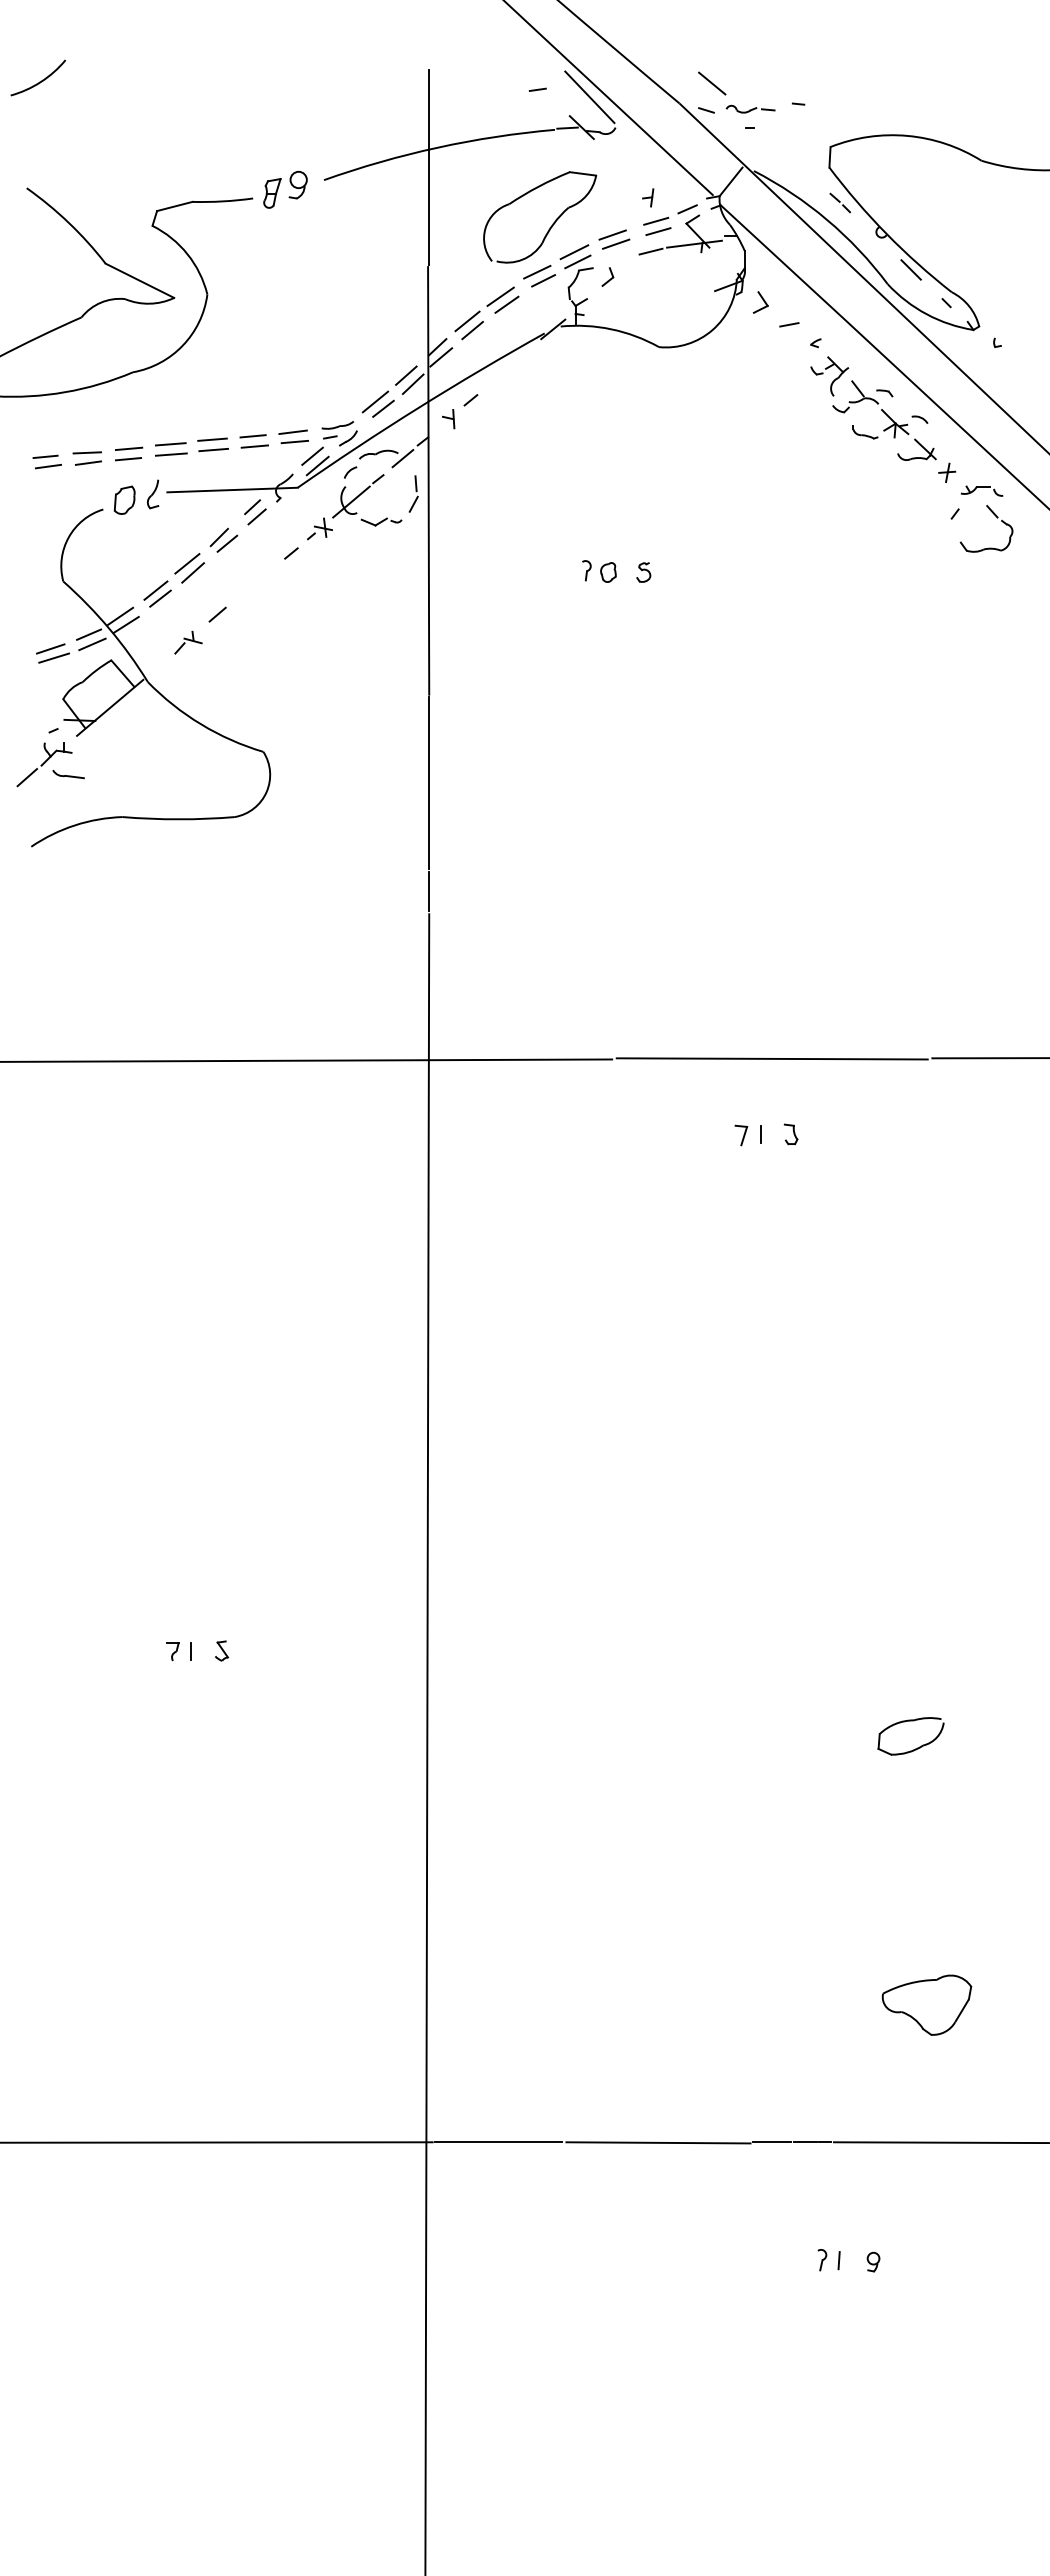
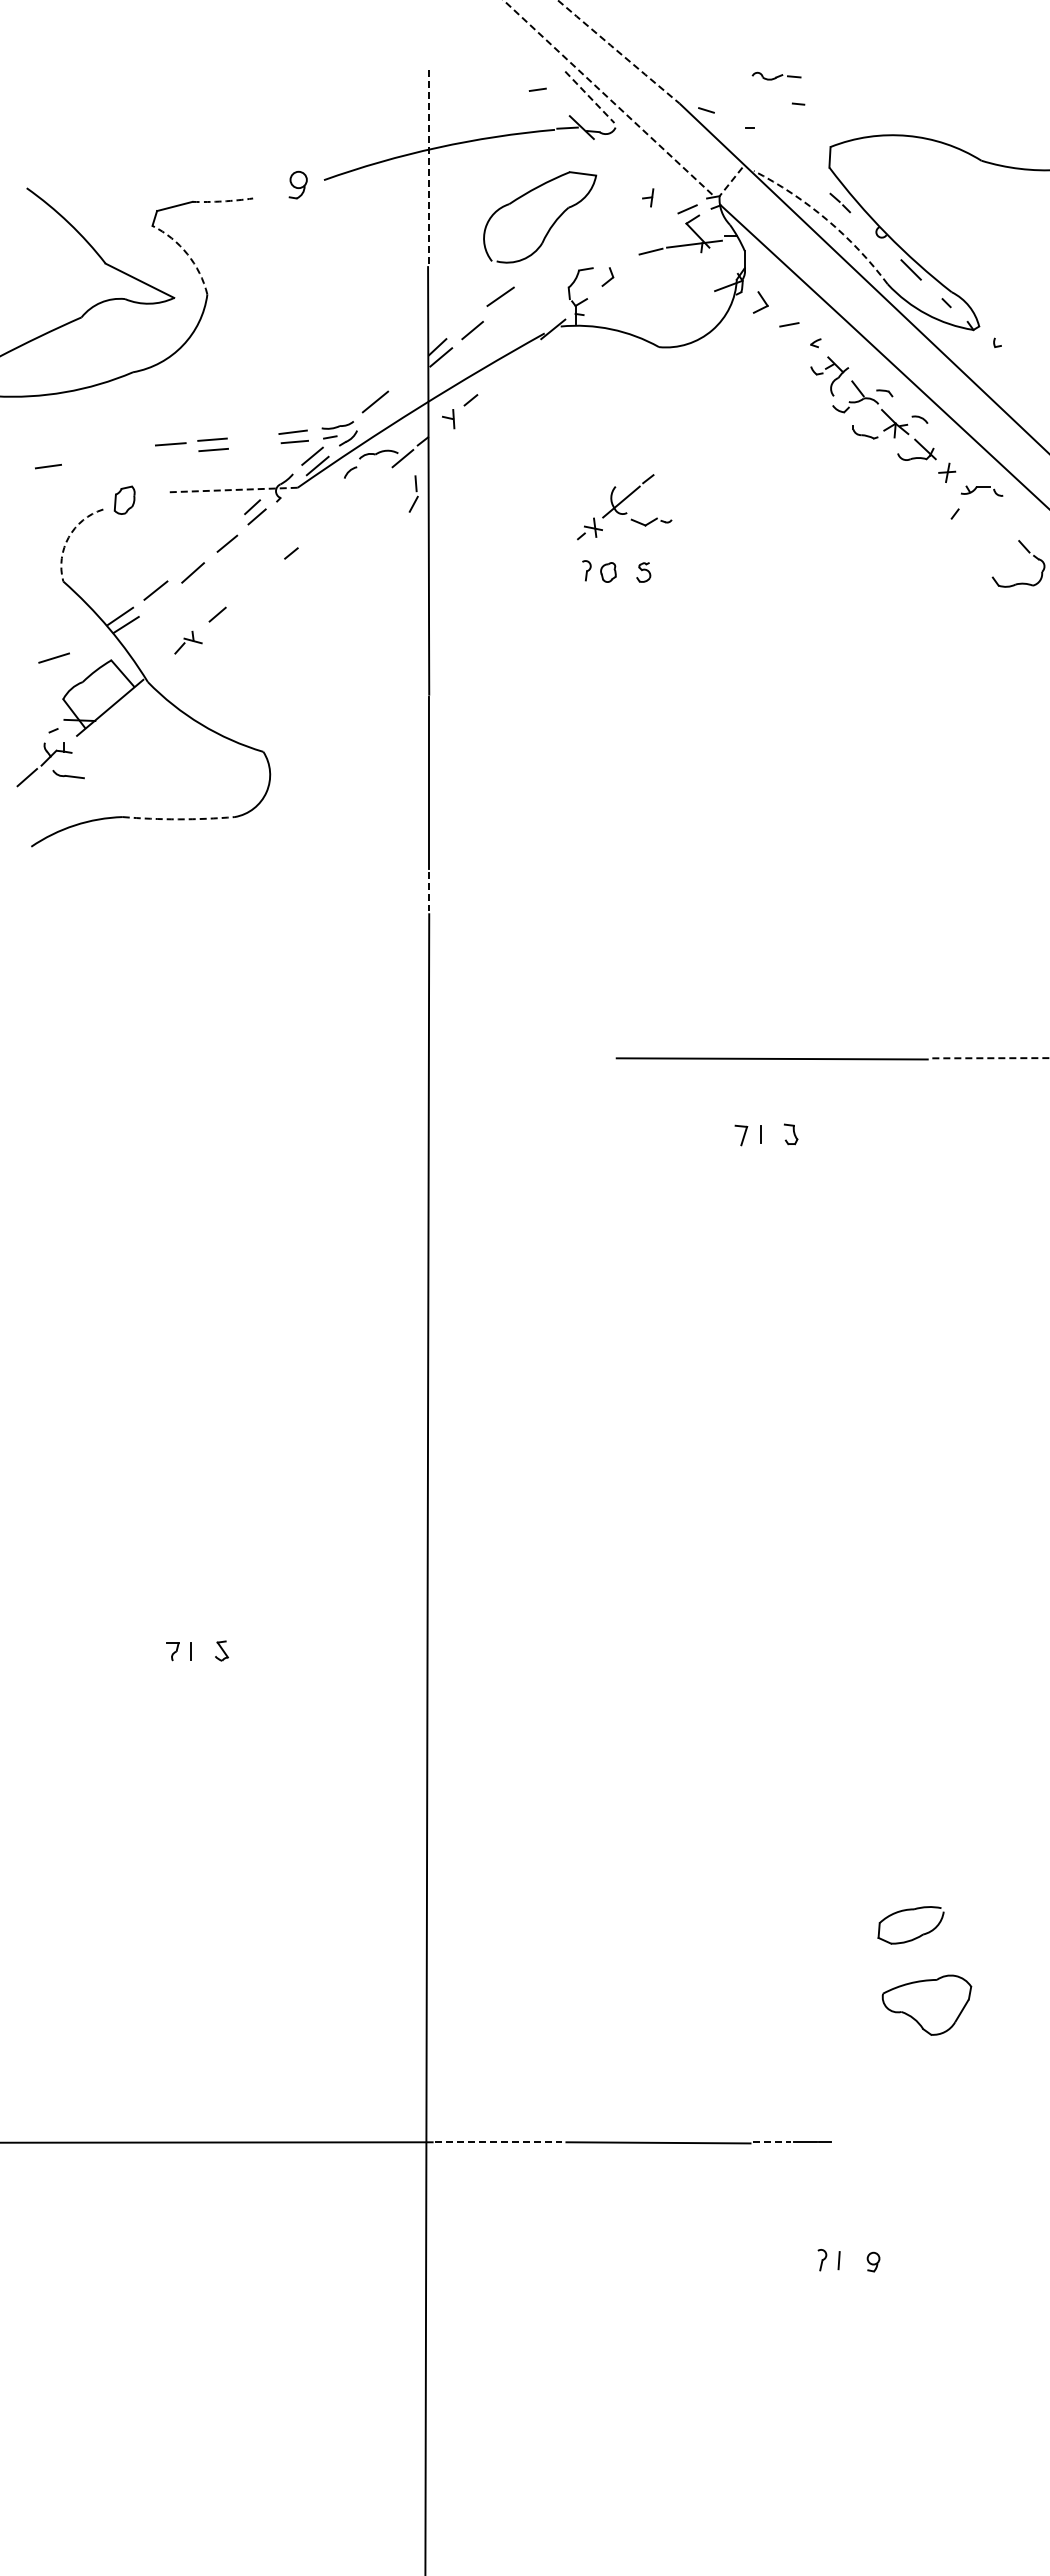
arc at (618, 51): solid -> dashed
arc at (39, 81): present -> none
line at (712, 83): present -> none
line at (589, 97): solid -> dashed
line at (608, 97): solid -> dashed
part at (750, 108) position: (750, 108) -> (776, 75)
line at (429, 168): solid -> dashed
line at (730, 182): solid -> dashed
part at (272, 193): present -> none
arc at (222, 201): solid -> dashed
line at (656, 220): present -> none
arc at (827, 220): solid -> dashed
line at (658, 231): present -> none
line at (612, 234): present -> none
line at (616, 243): present -> none
line at (574, 252): present -> none
arc at (187, 254): solid -> dashed
line at (577, 261): present -> none
line at (537, 271): present -> none
line at (543, 280): present -> none
line at (506, 304): present -> none
line at (467, 321): present -> none
line at (406, 375): present -> none
line at (412, 384): present -> none
line at (383, 408): present -> none
line at (252, 436): present -> none
line at (254, 446): present -> none
line at (128, 448): present -> none
line at (87, 452): present -> none
line at (171, 454): present -> none
line at (45, 456): present -> none
line at (128, 459): present -> none
line at (88, 462): present -> none
line at (232, 490): solid -> dashed
part at (153, 494): present -> none
part at (354, 507) position: (354, 507) -> (624, 507)
part at (996, 517) position: (996, 517) -> (1028, 552)
arc at (68, 537): solid -> dashed
line at (218, 537): present -> none
line at (187, 563): present -> none
line at (160, 598): present -> none
line at (89, 634): present -> none
line at (92, 644): present -> none
line at (50, 648): present -> none
arc at (178, 819): solid -> dashed
line at (429, 891): solid -> dashed
line at (991, 1058): solid -> dashed
line at (307, 1060): present -> none
part at (915, 1748) position: (915, 1748) -> (915, 1937)
line at (498, 2142): solid -> dashed
line at (771, 2142): solid -> dashed
line at (939, 2142): present -> none
